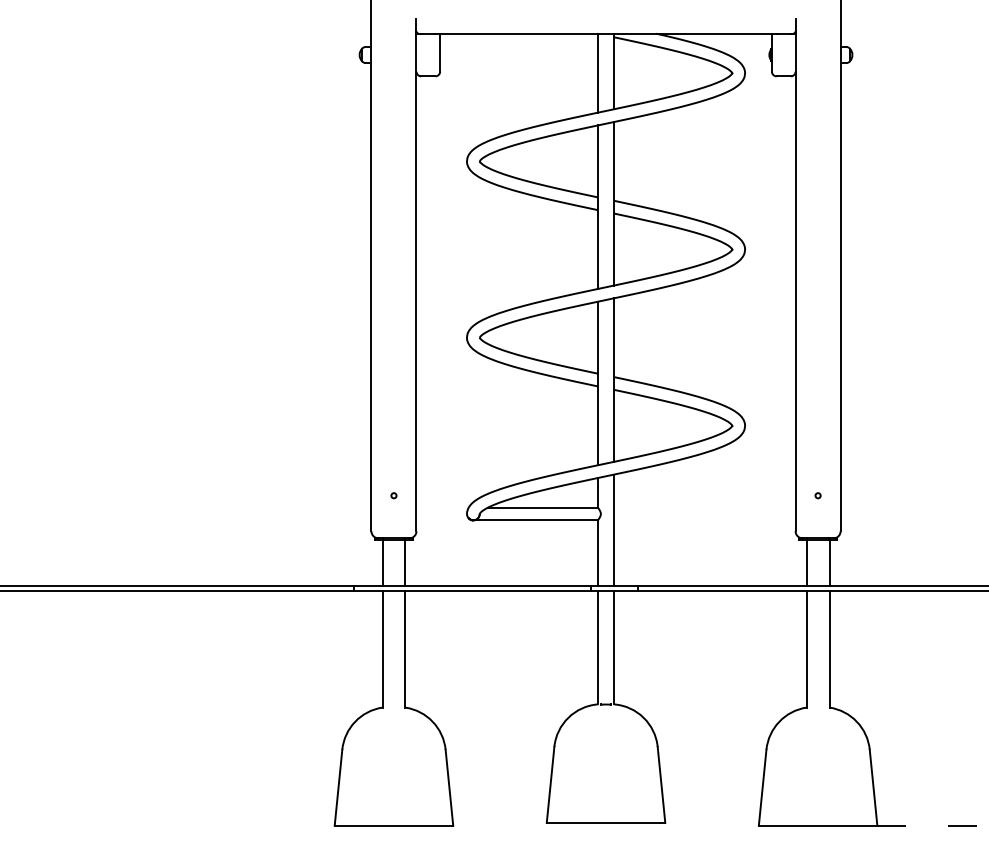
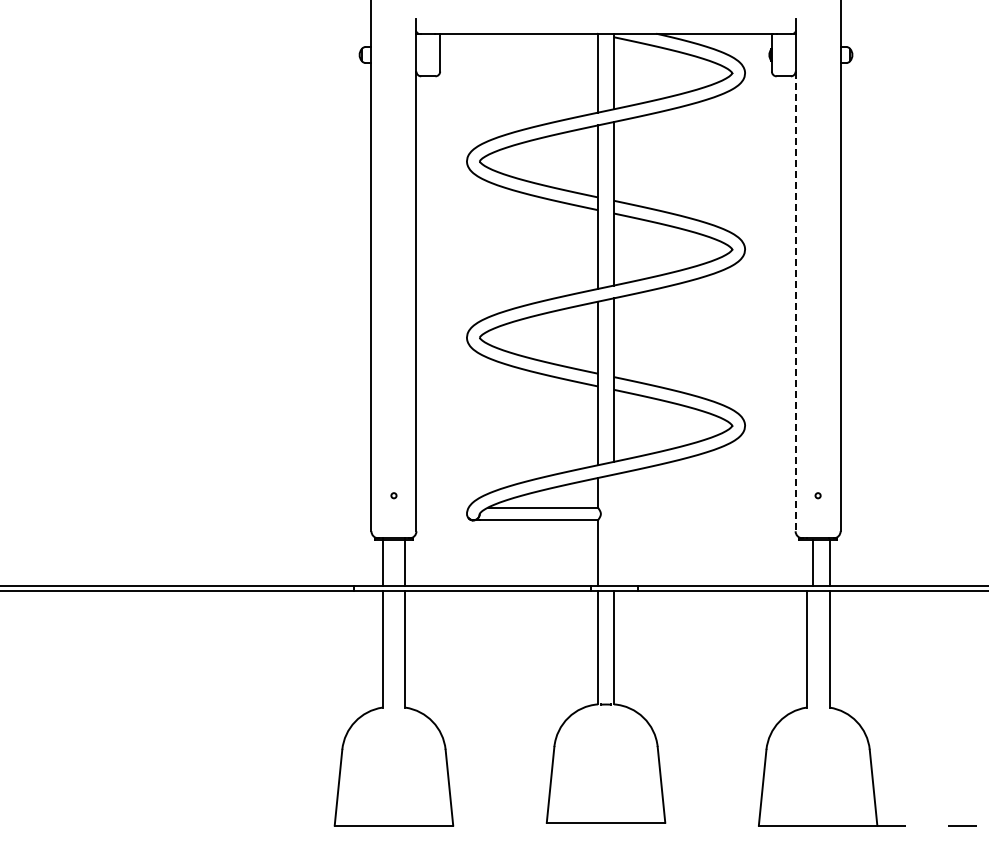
line at (795, 301): solid -> dashed
line at (614, 529): present -> none
line at (806, 562) position: (806, 562) -> (812, 562)
